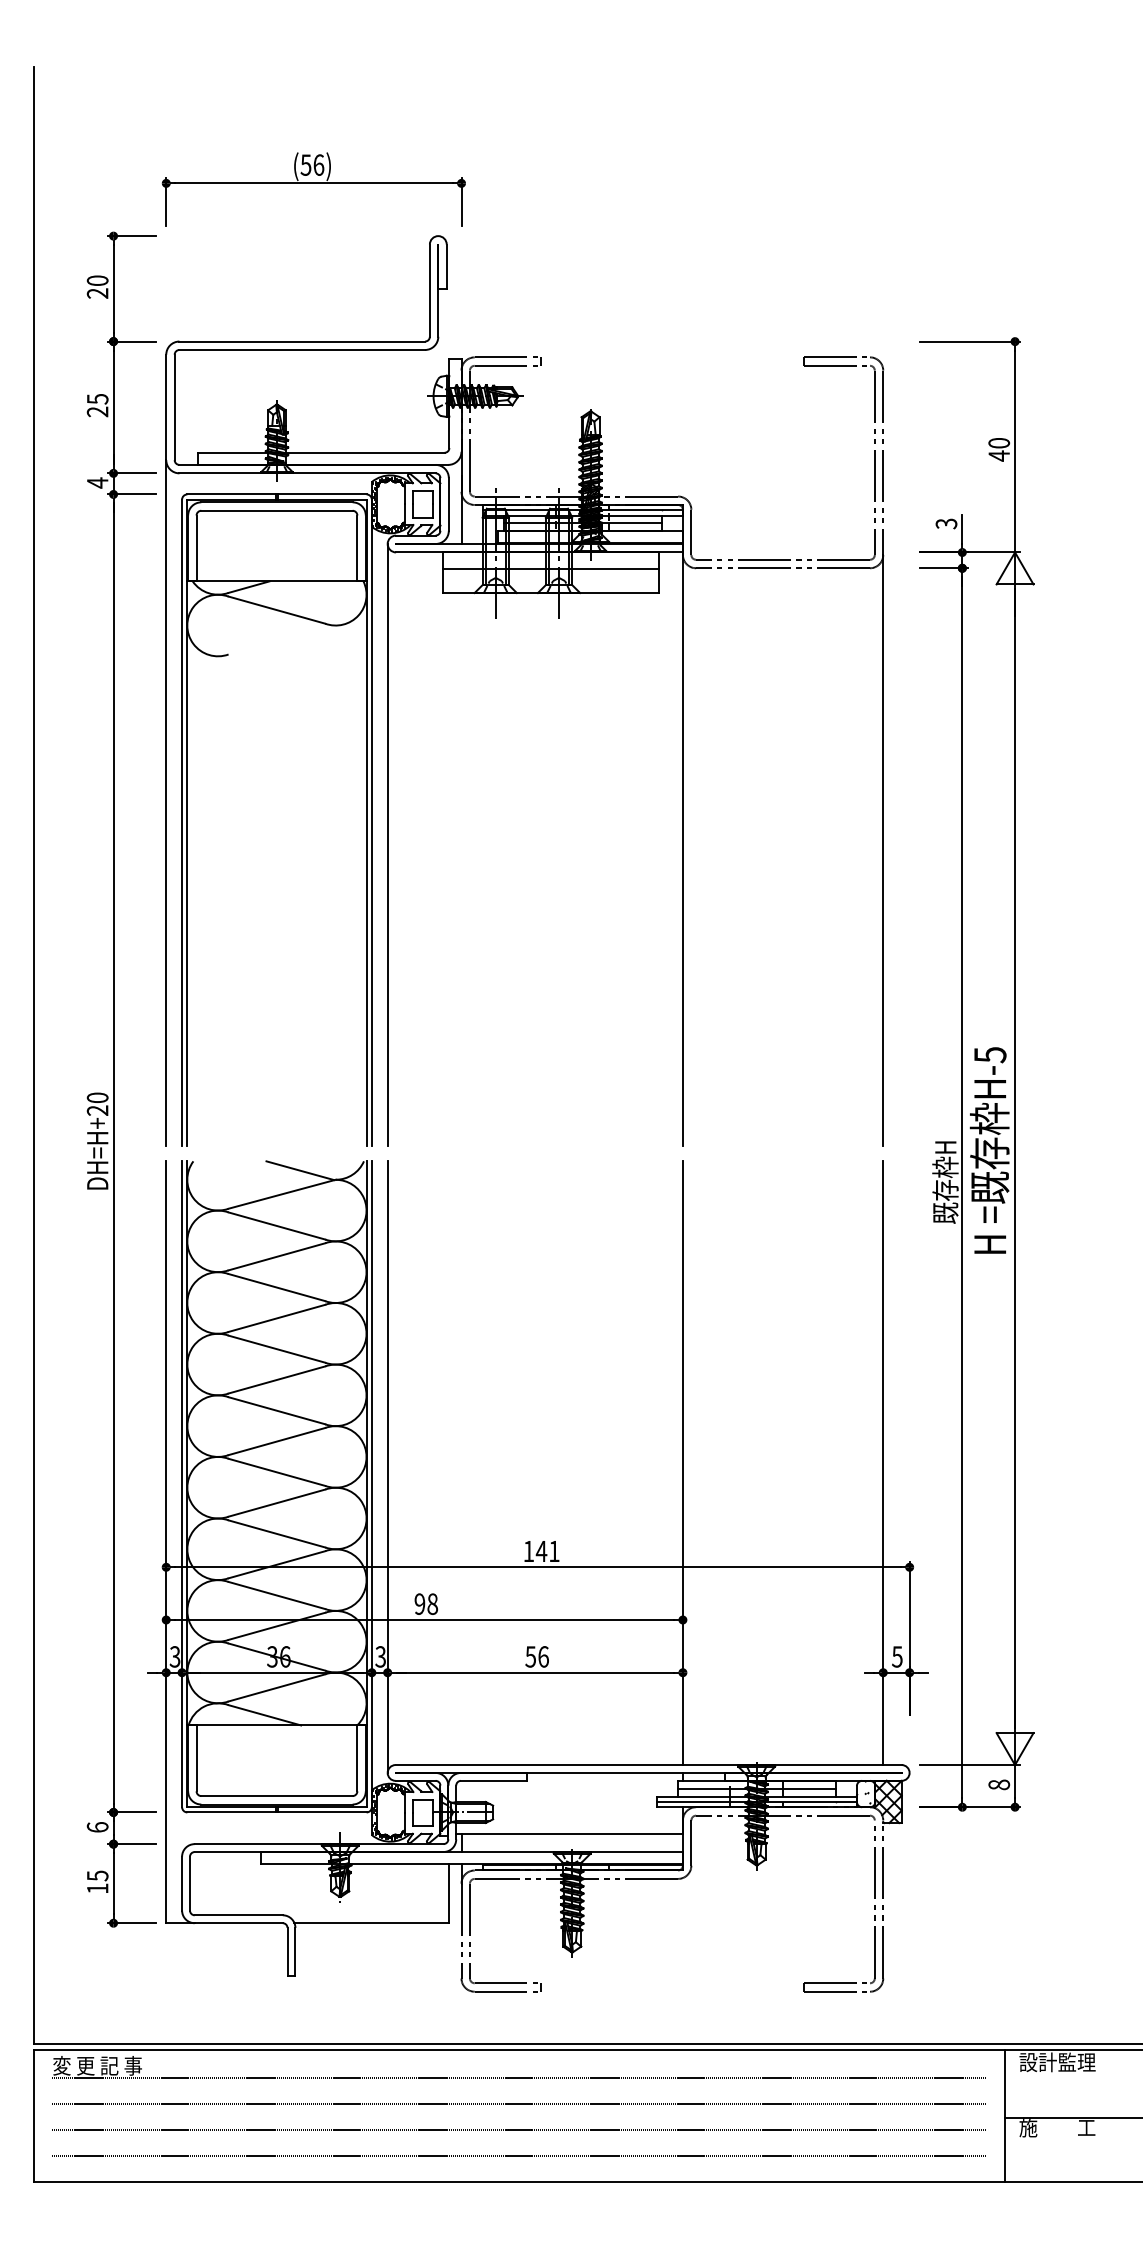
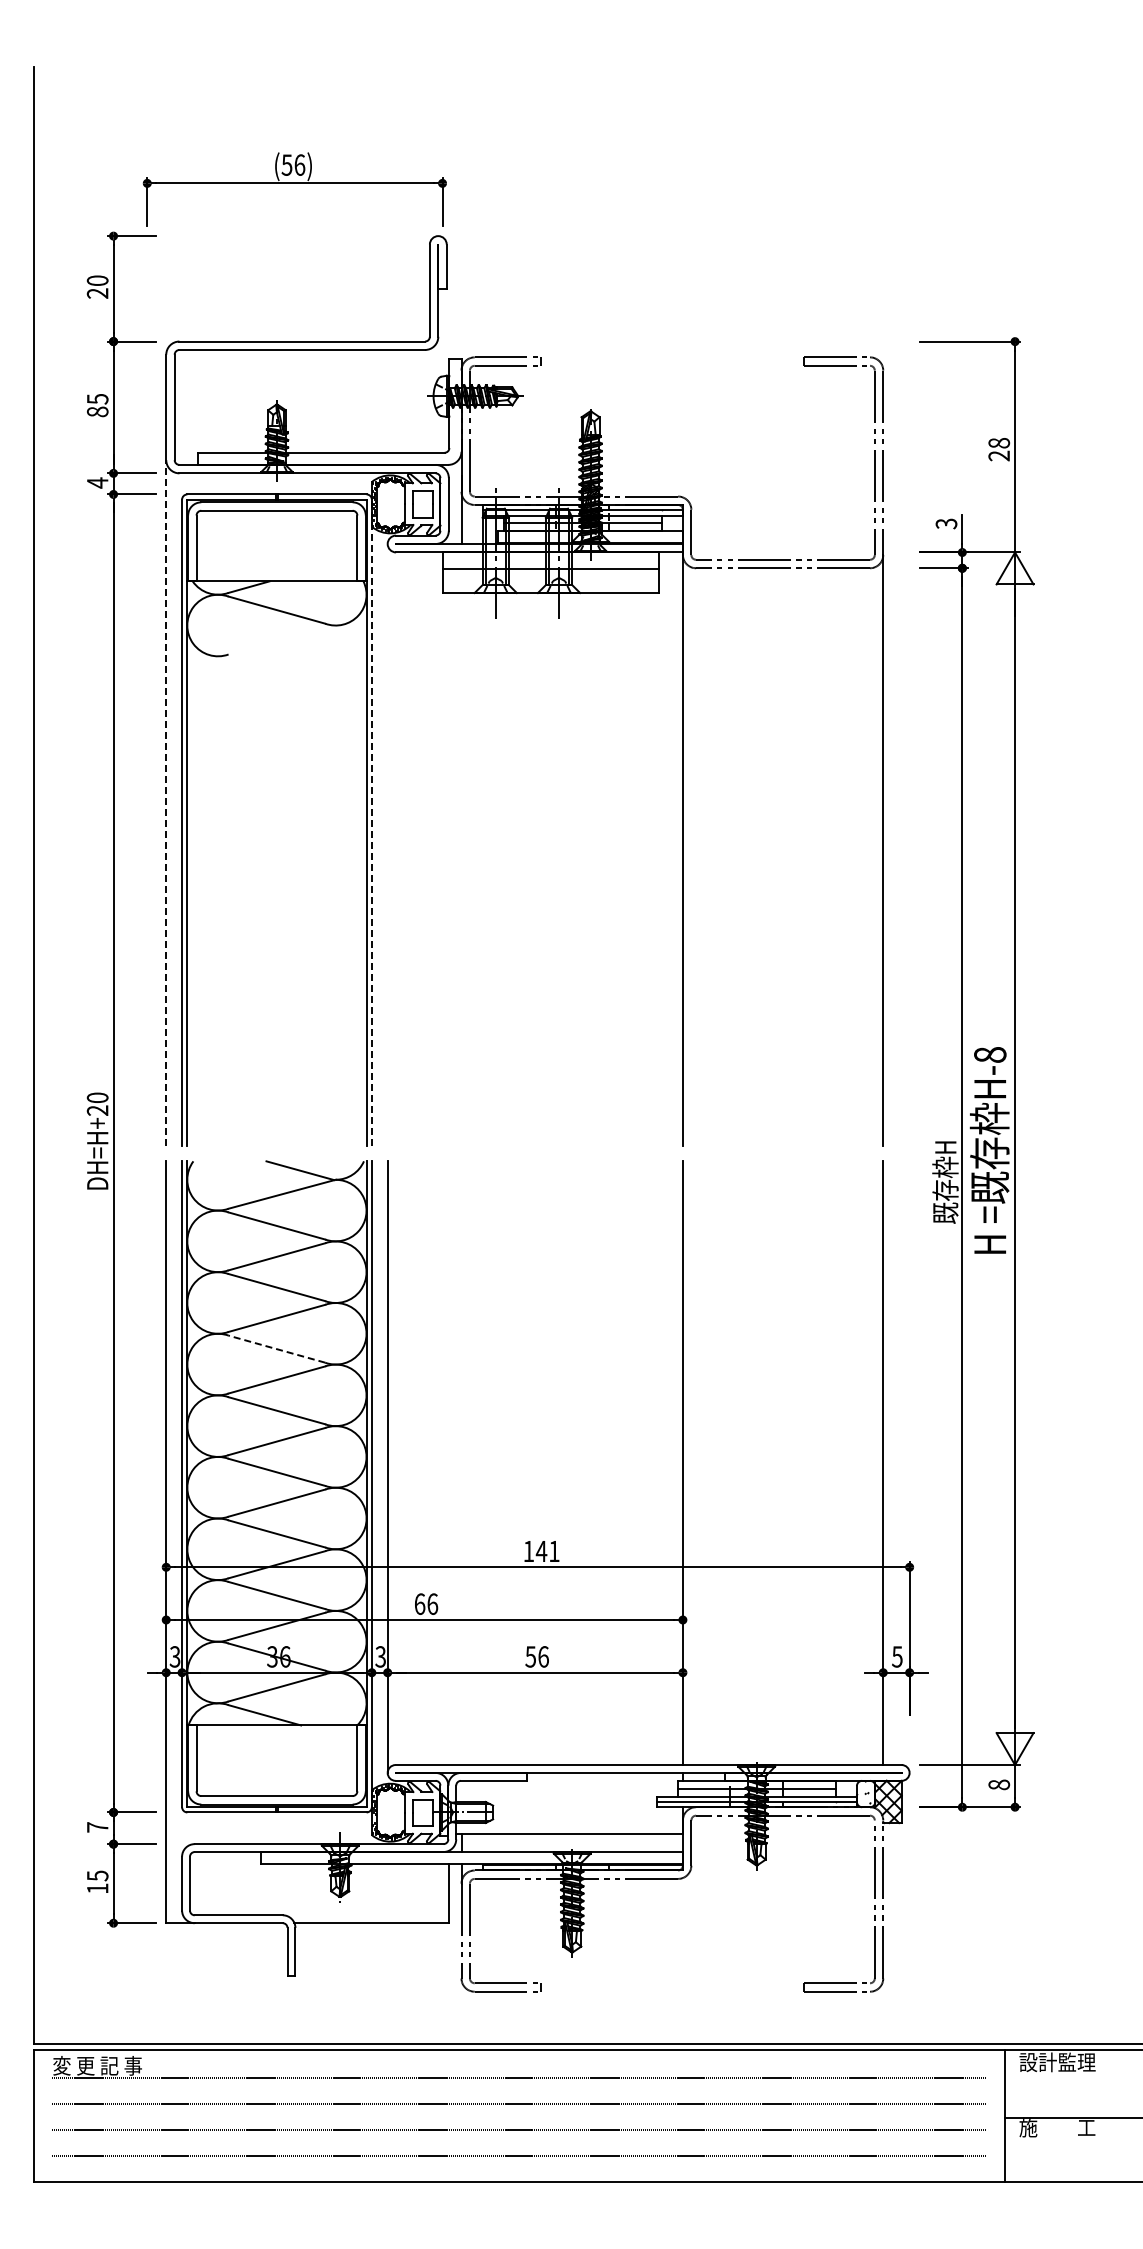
part at (313, 189) position: (313, 189) -> (294, 189)
text at (97, 411): 25 -> 85
text at (998, 449): 40 -> 28
line at (166, 802): solid -> dashed
line at (371, 822): solid -> dashed
line at (387, 844): present -> none
text at (990, 1055): H-5 -> H-8
line at (276, 1349): solid -> dashed
text at (426, 1603): 98 -> 66
text at (97, 1827): 6 -> 7
